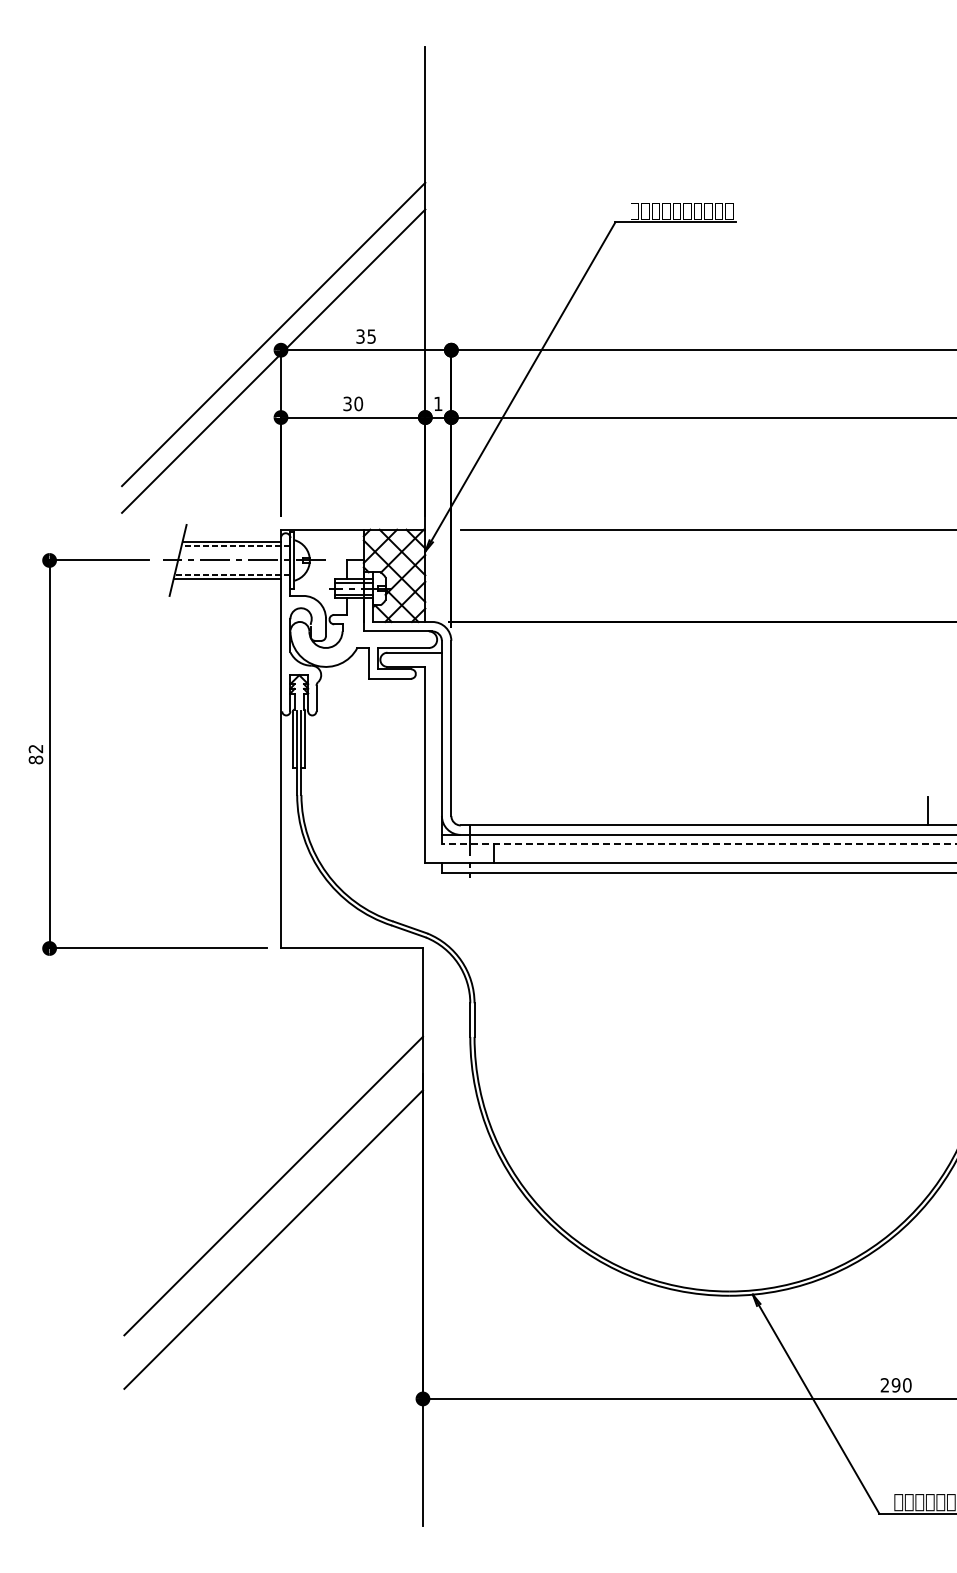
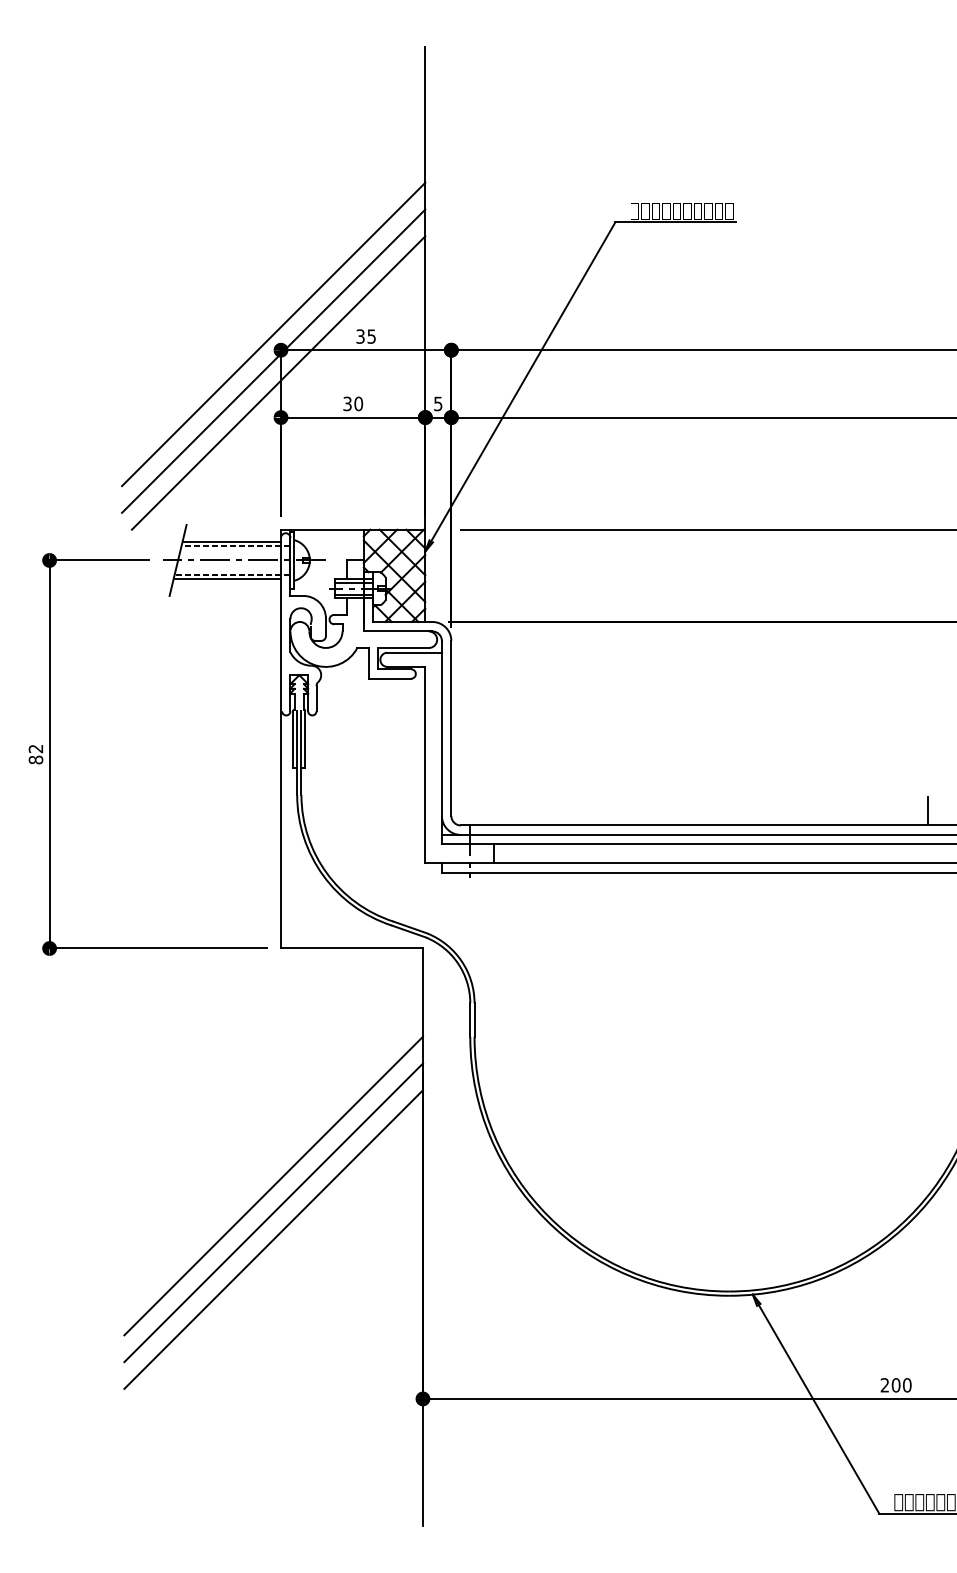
line at (278, 382): none -> present
text at (438, 403): 1 -> 5
line at (698, 844): dashed -> solid
line at (273, 1212): none -> present
text at (895, 1385): 290 -> 200
